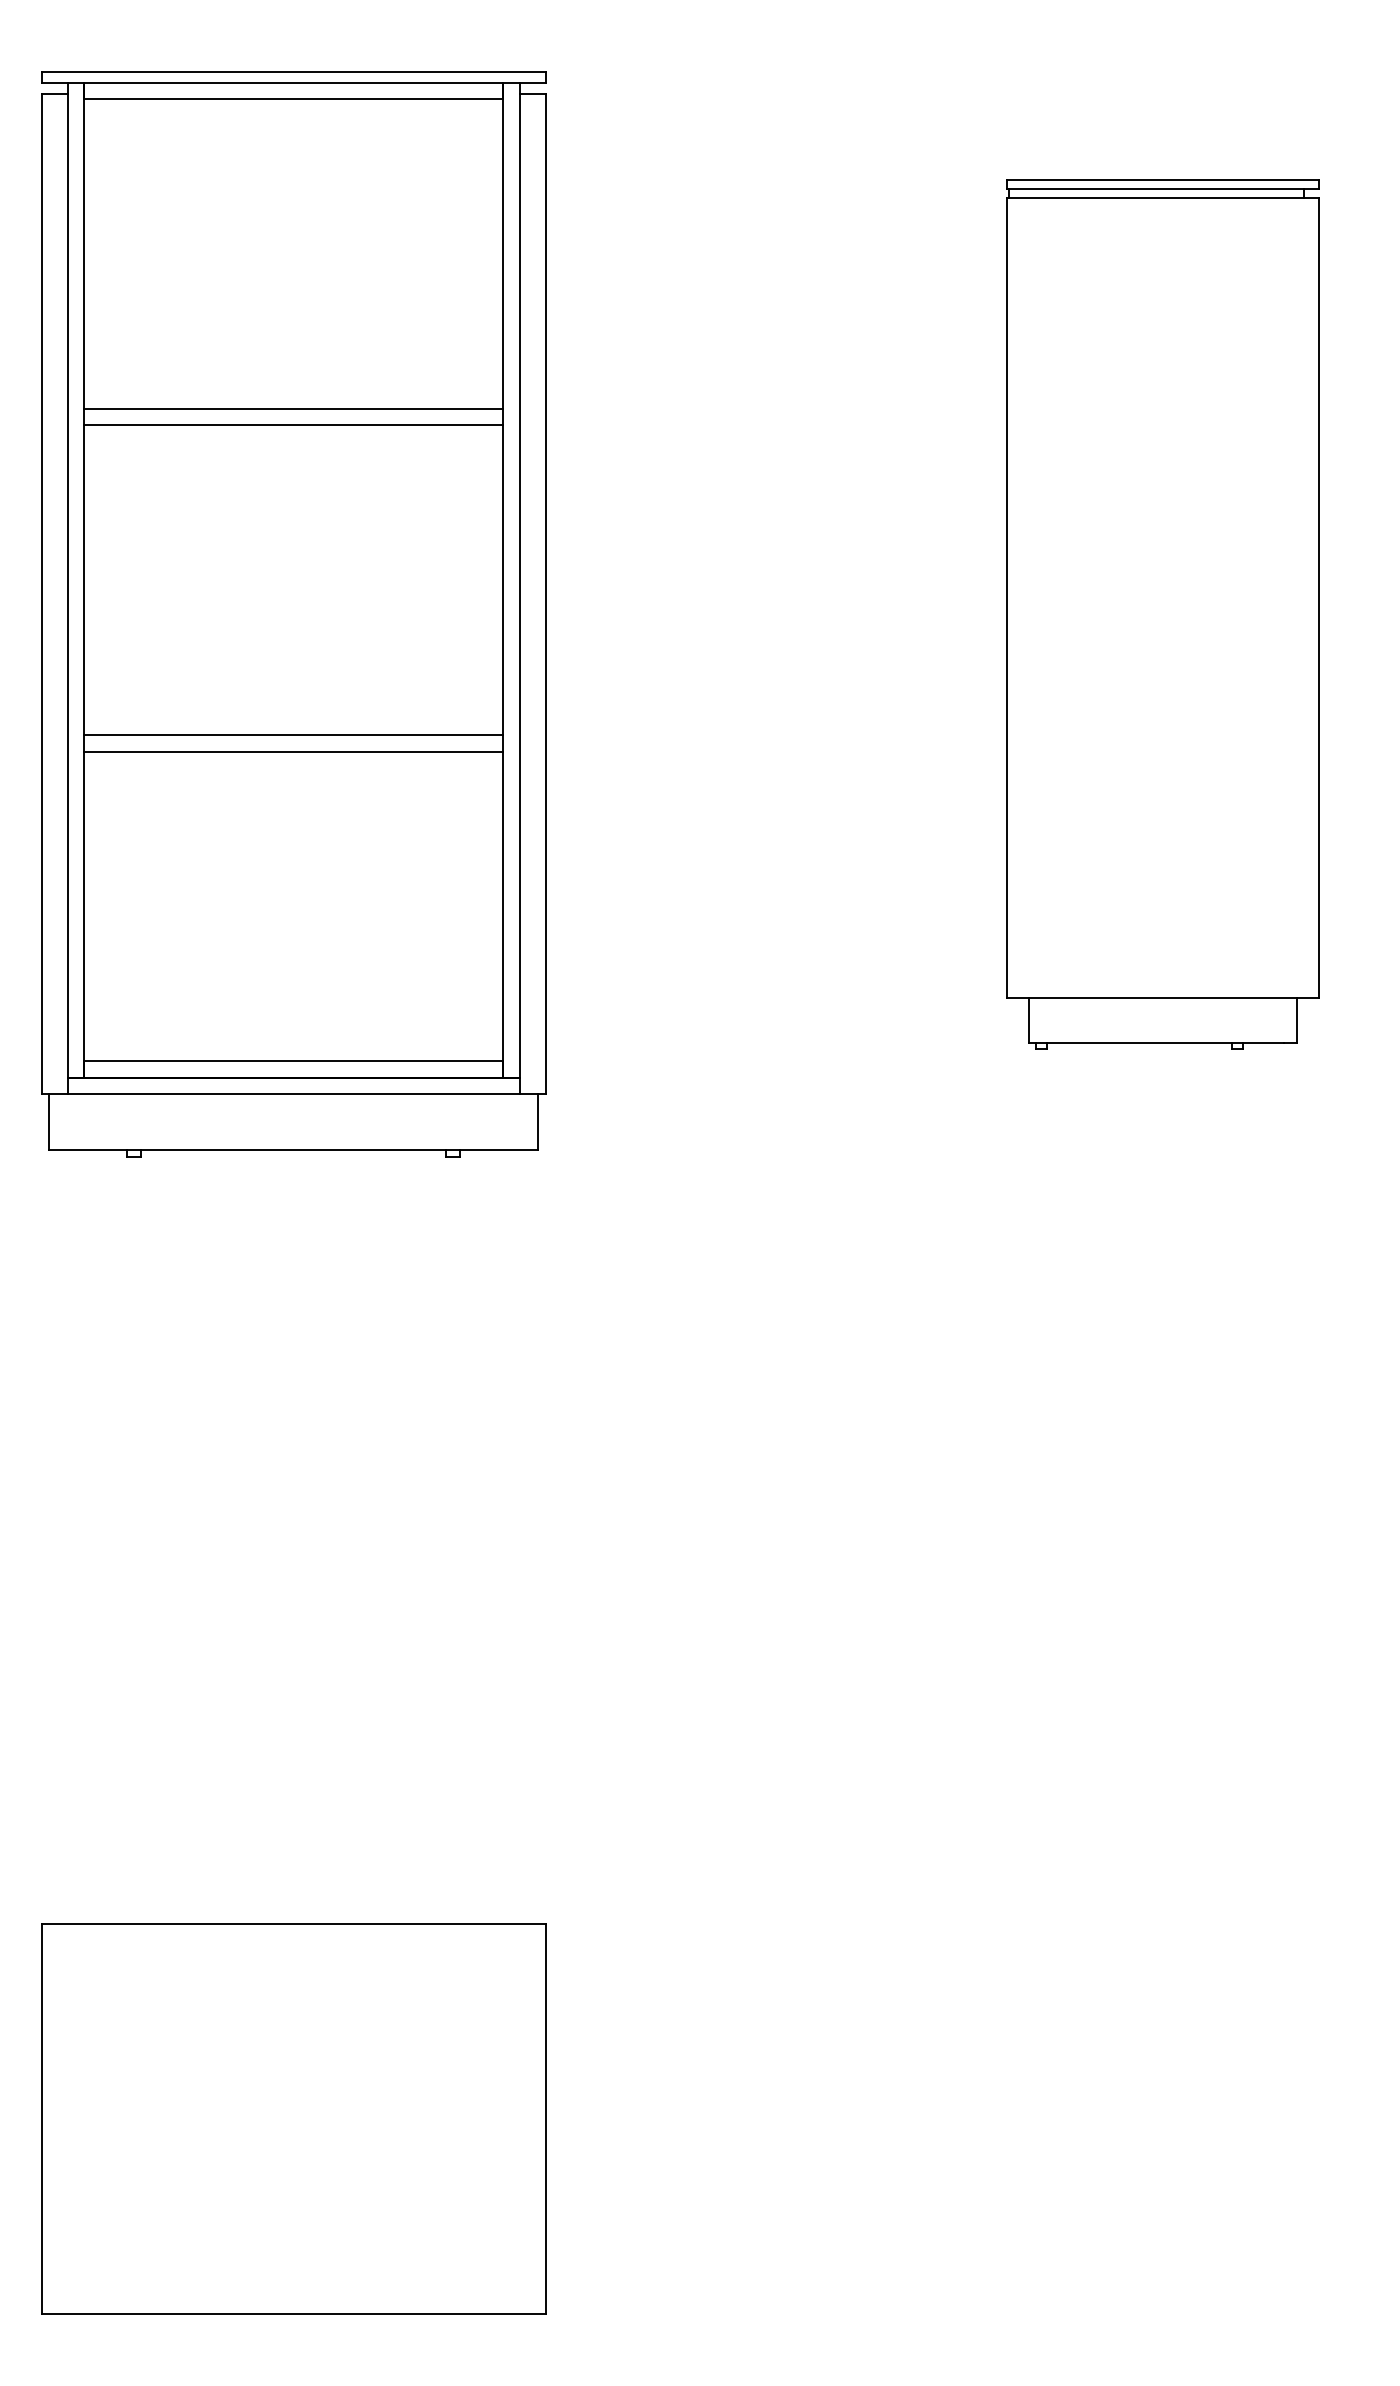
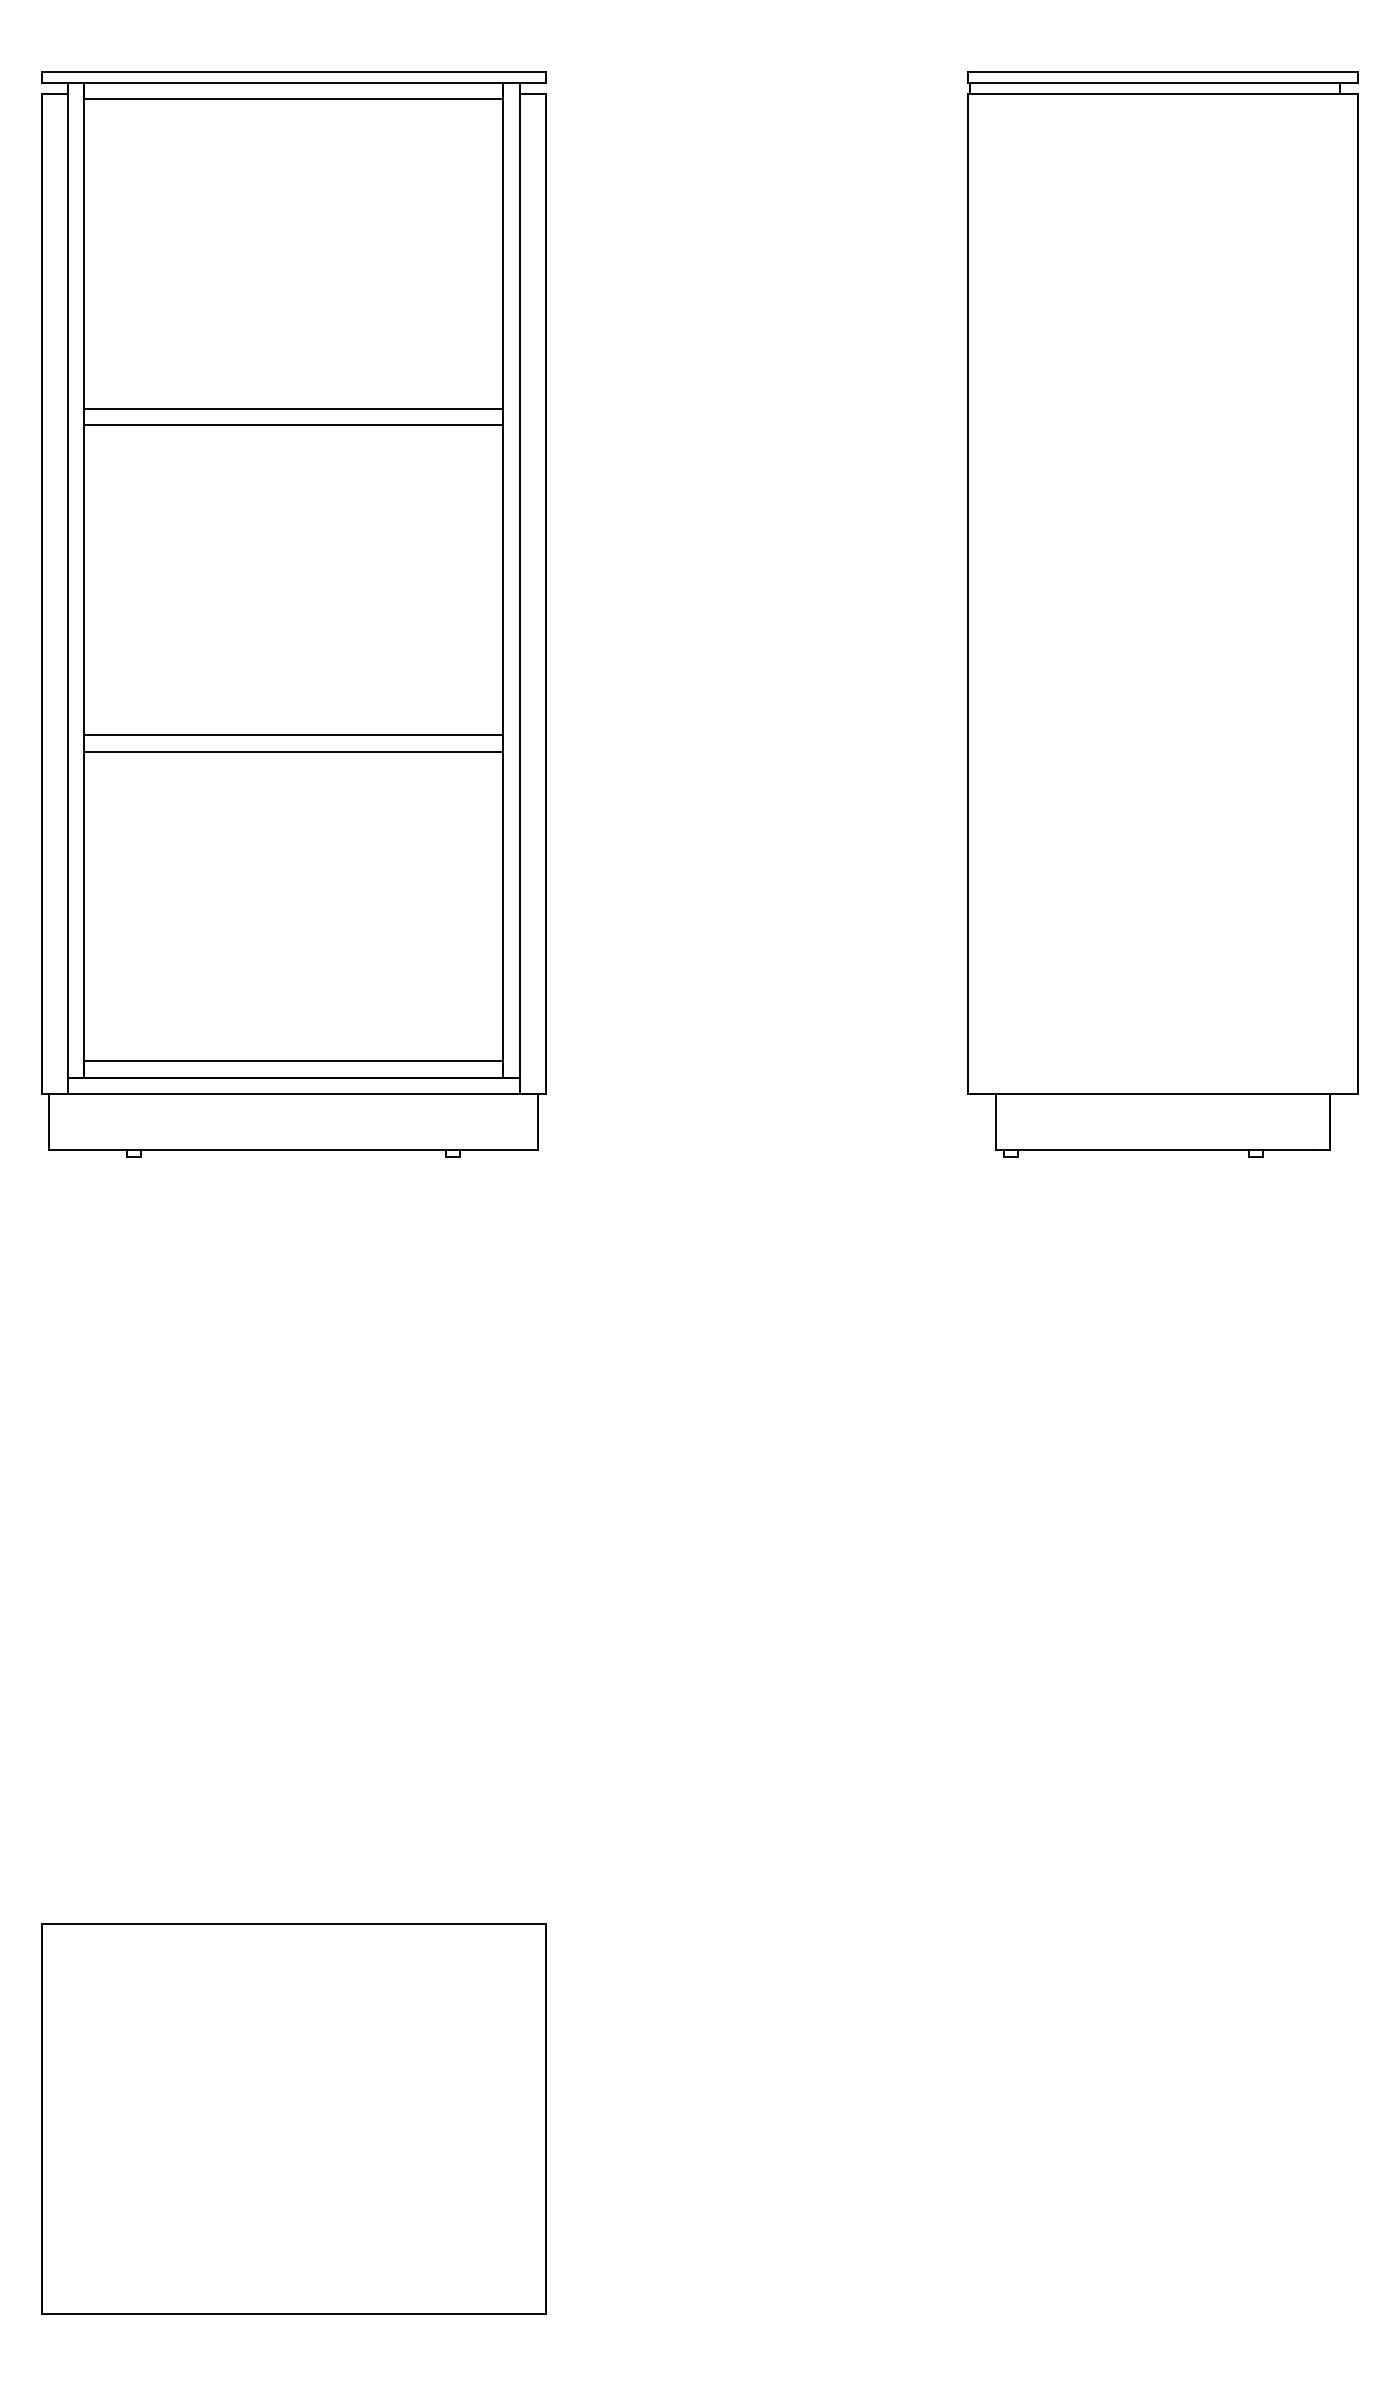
part at (1162, 614) size: 314x871 px -> 392x1087 px
